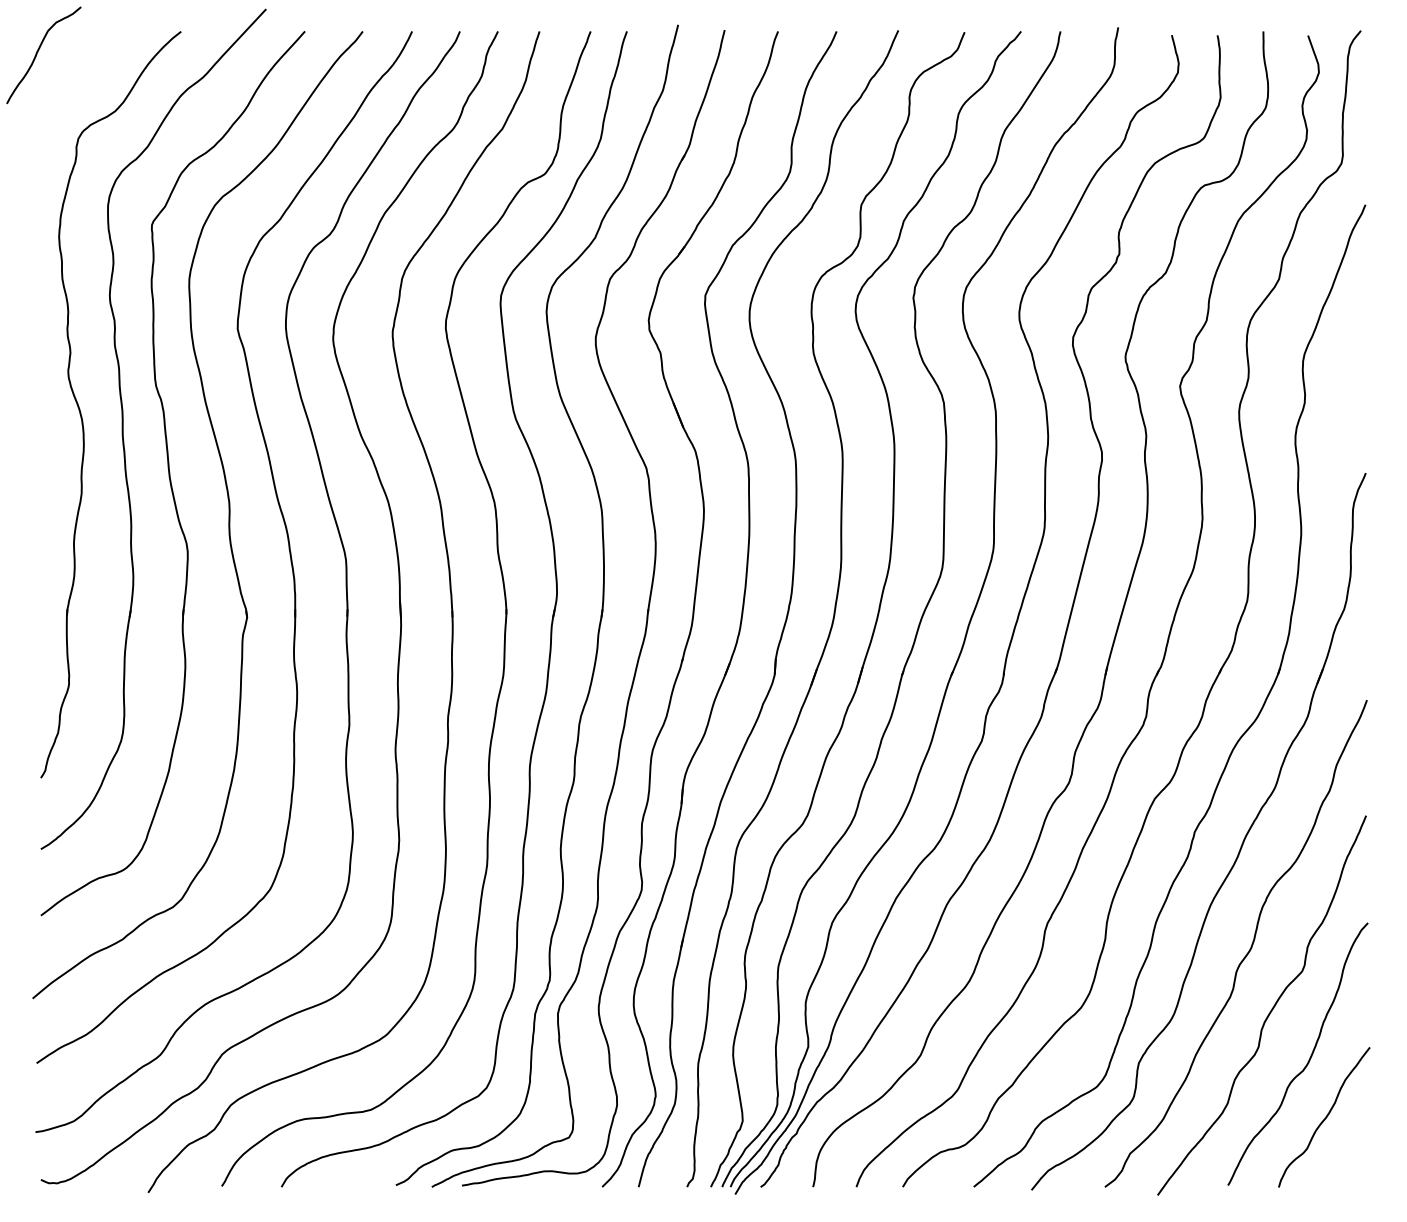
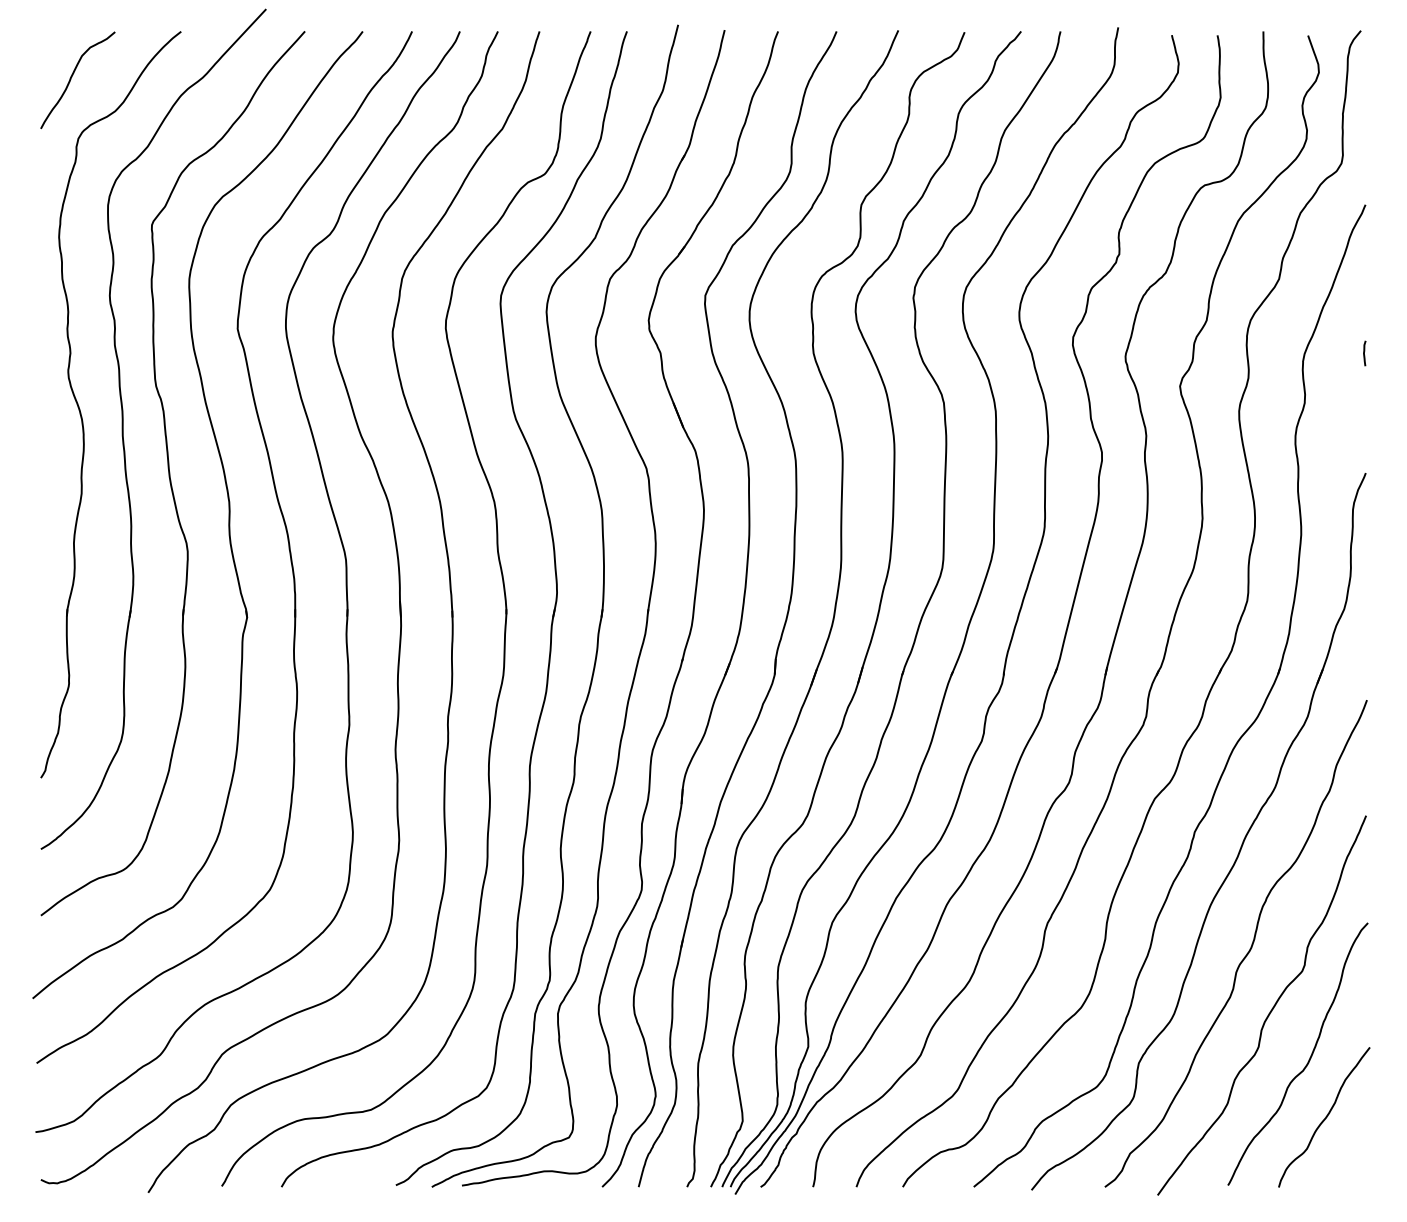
curve at (38, 52) position: (38, 52) -> (72, 77)
line at (1364, 353): none -> present
